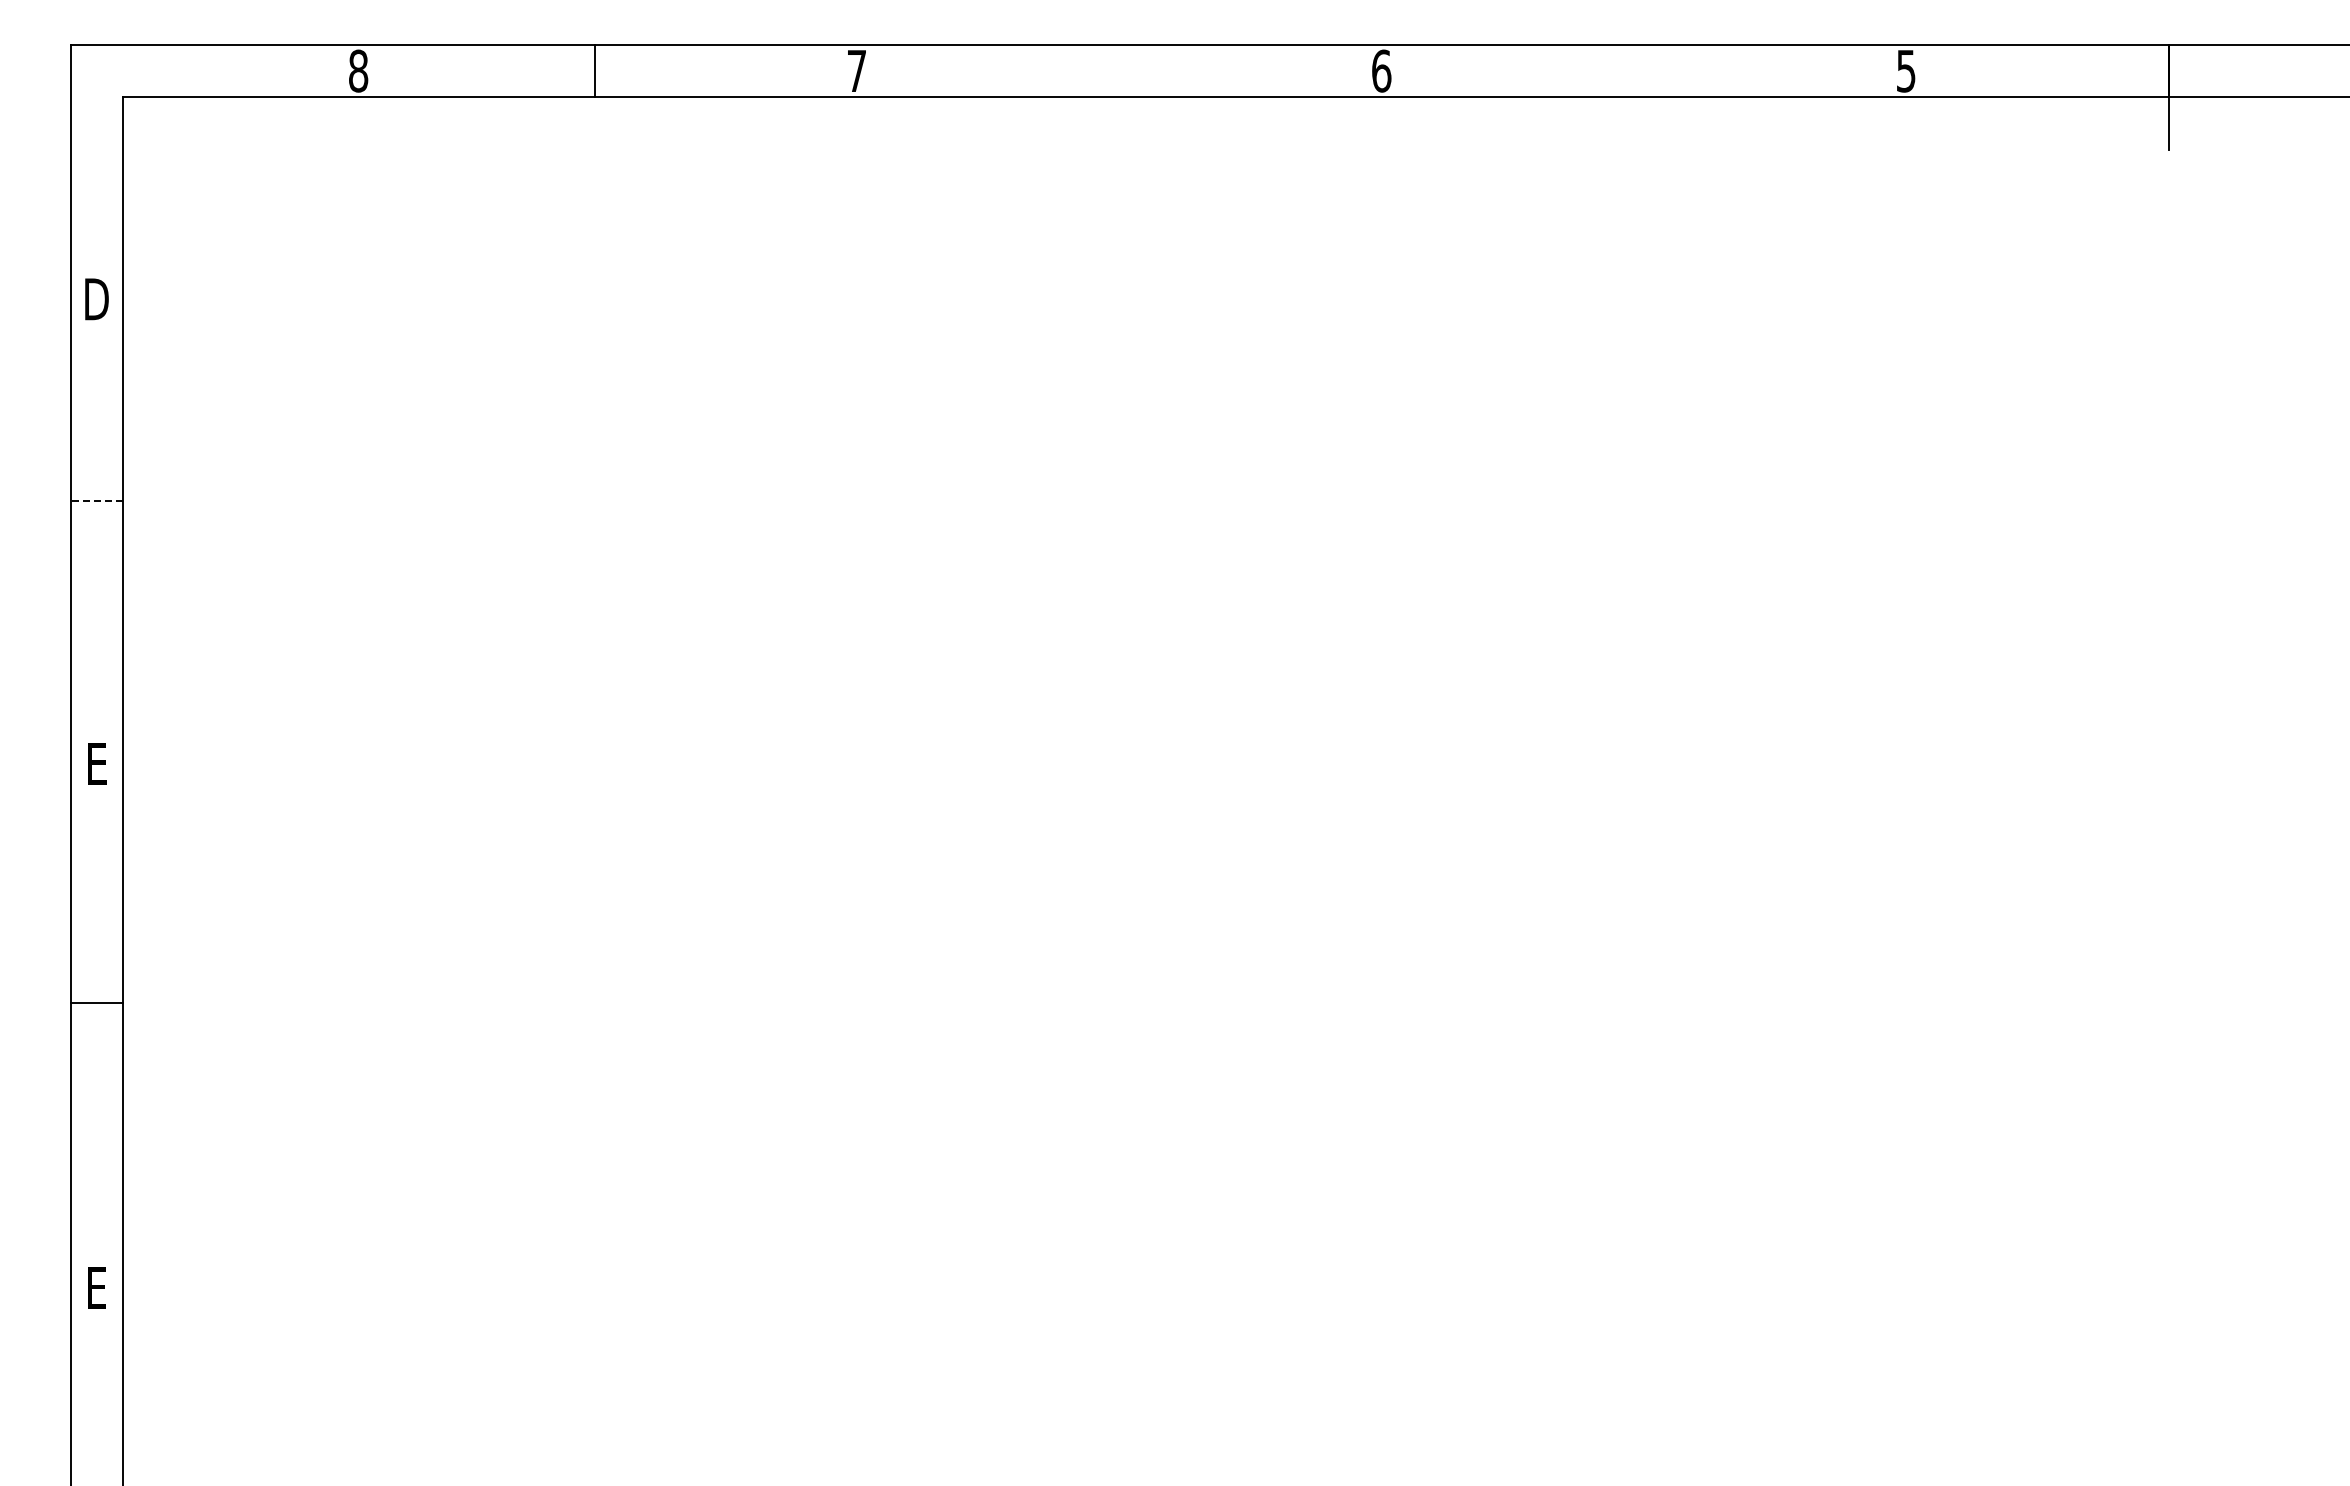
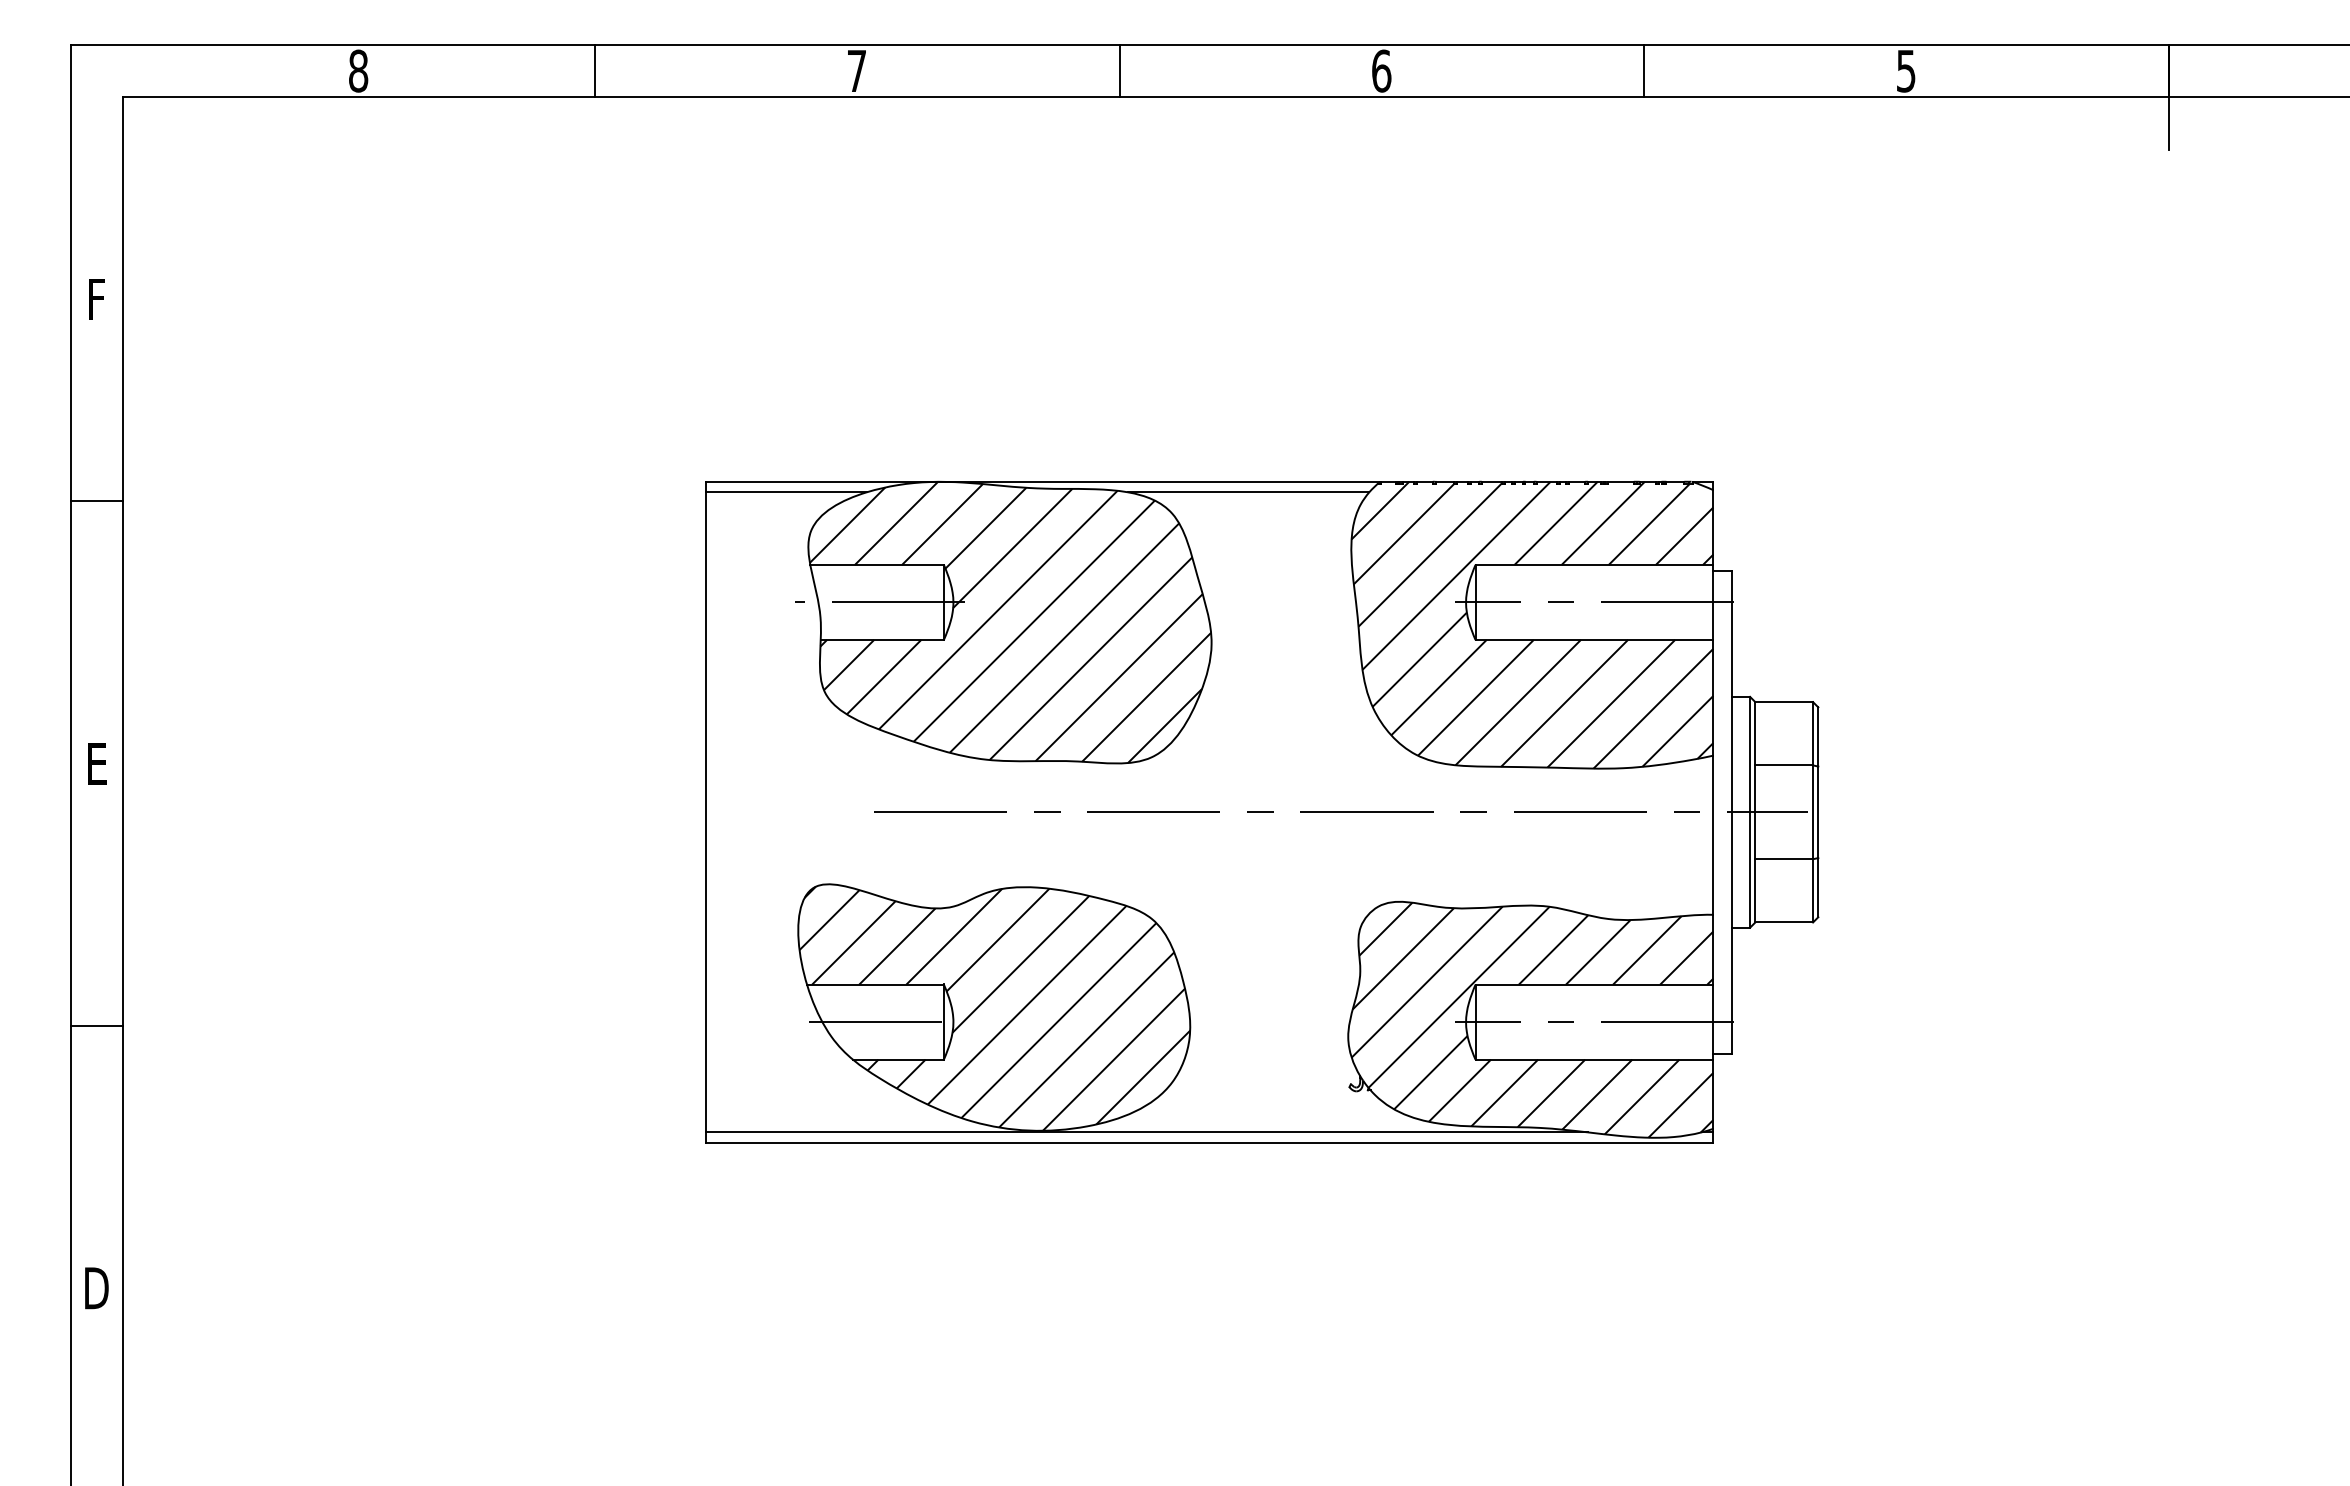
line at (1119, 70): none -> present
line at (1644, 70): none -> present
text at (96, 299): D -> F
line at (96, 501): dashed -> solid
part at (1262, 811): none -> present
line at (96, 1002) position: (96, 1002) -> (96, 1025)
text at (96, 1288): E -> D
